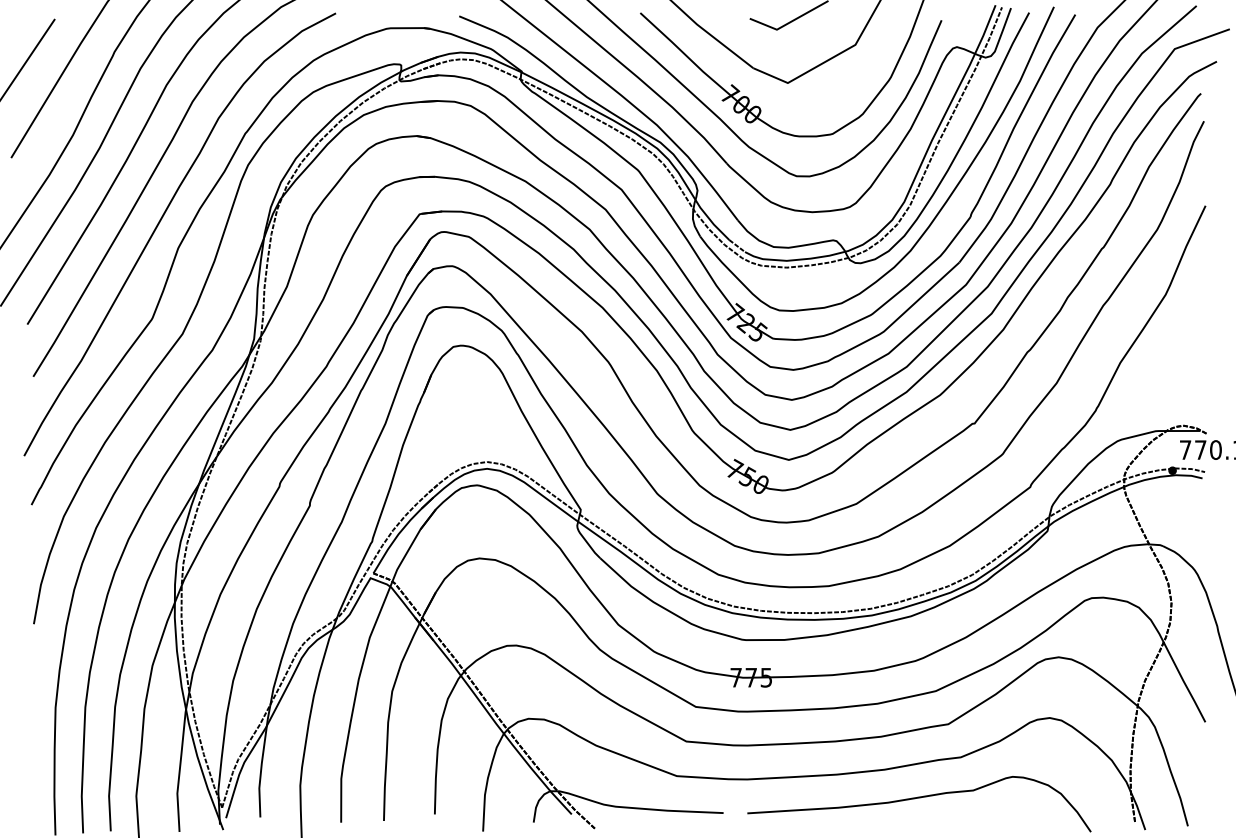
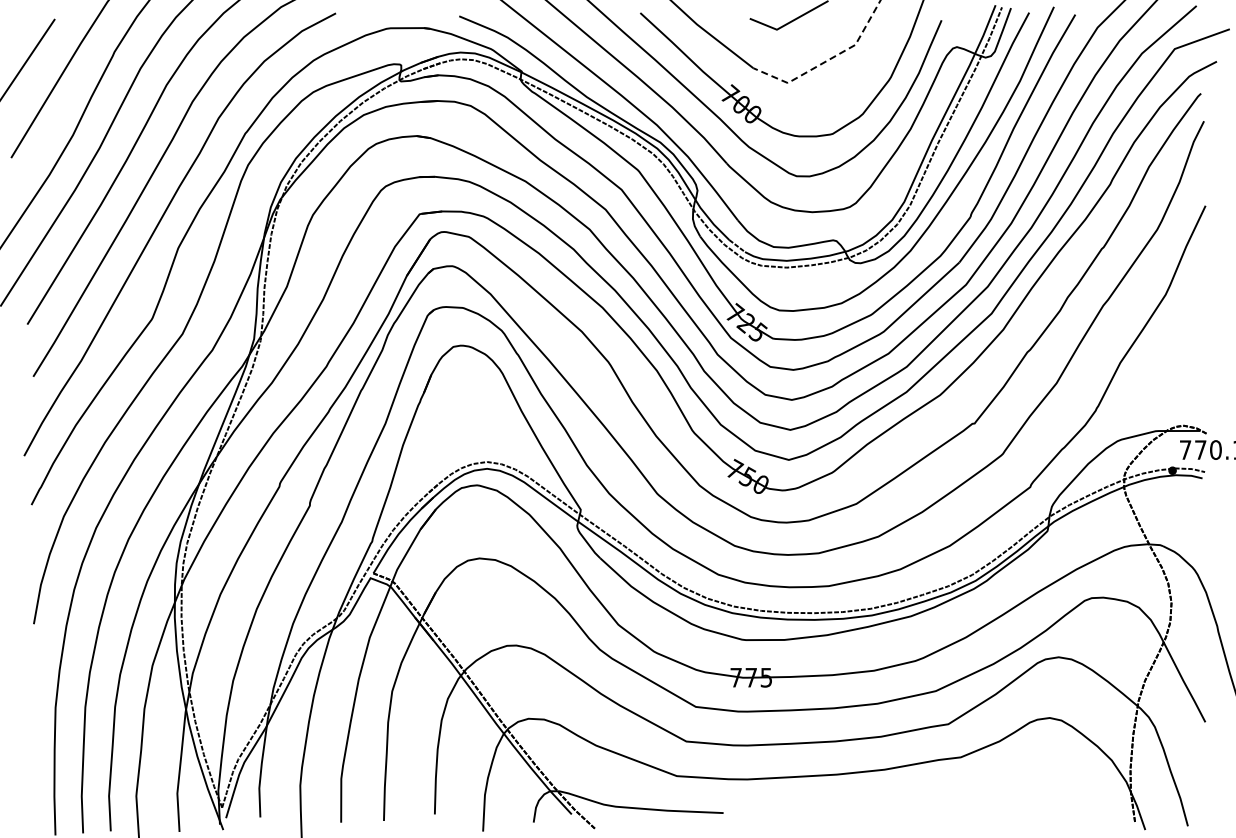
line at (826, 61): solid -> dashed
curve at (919, 798): present -> none
